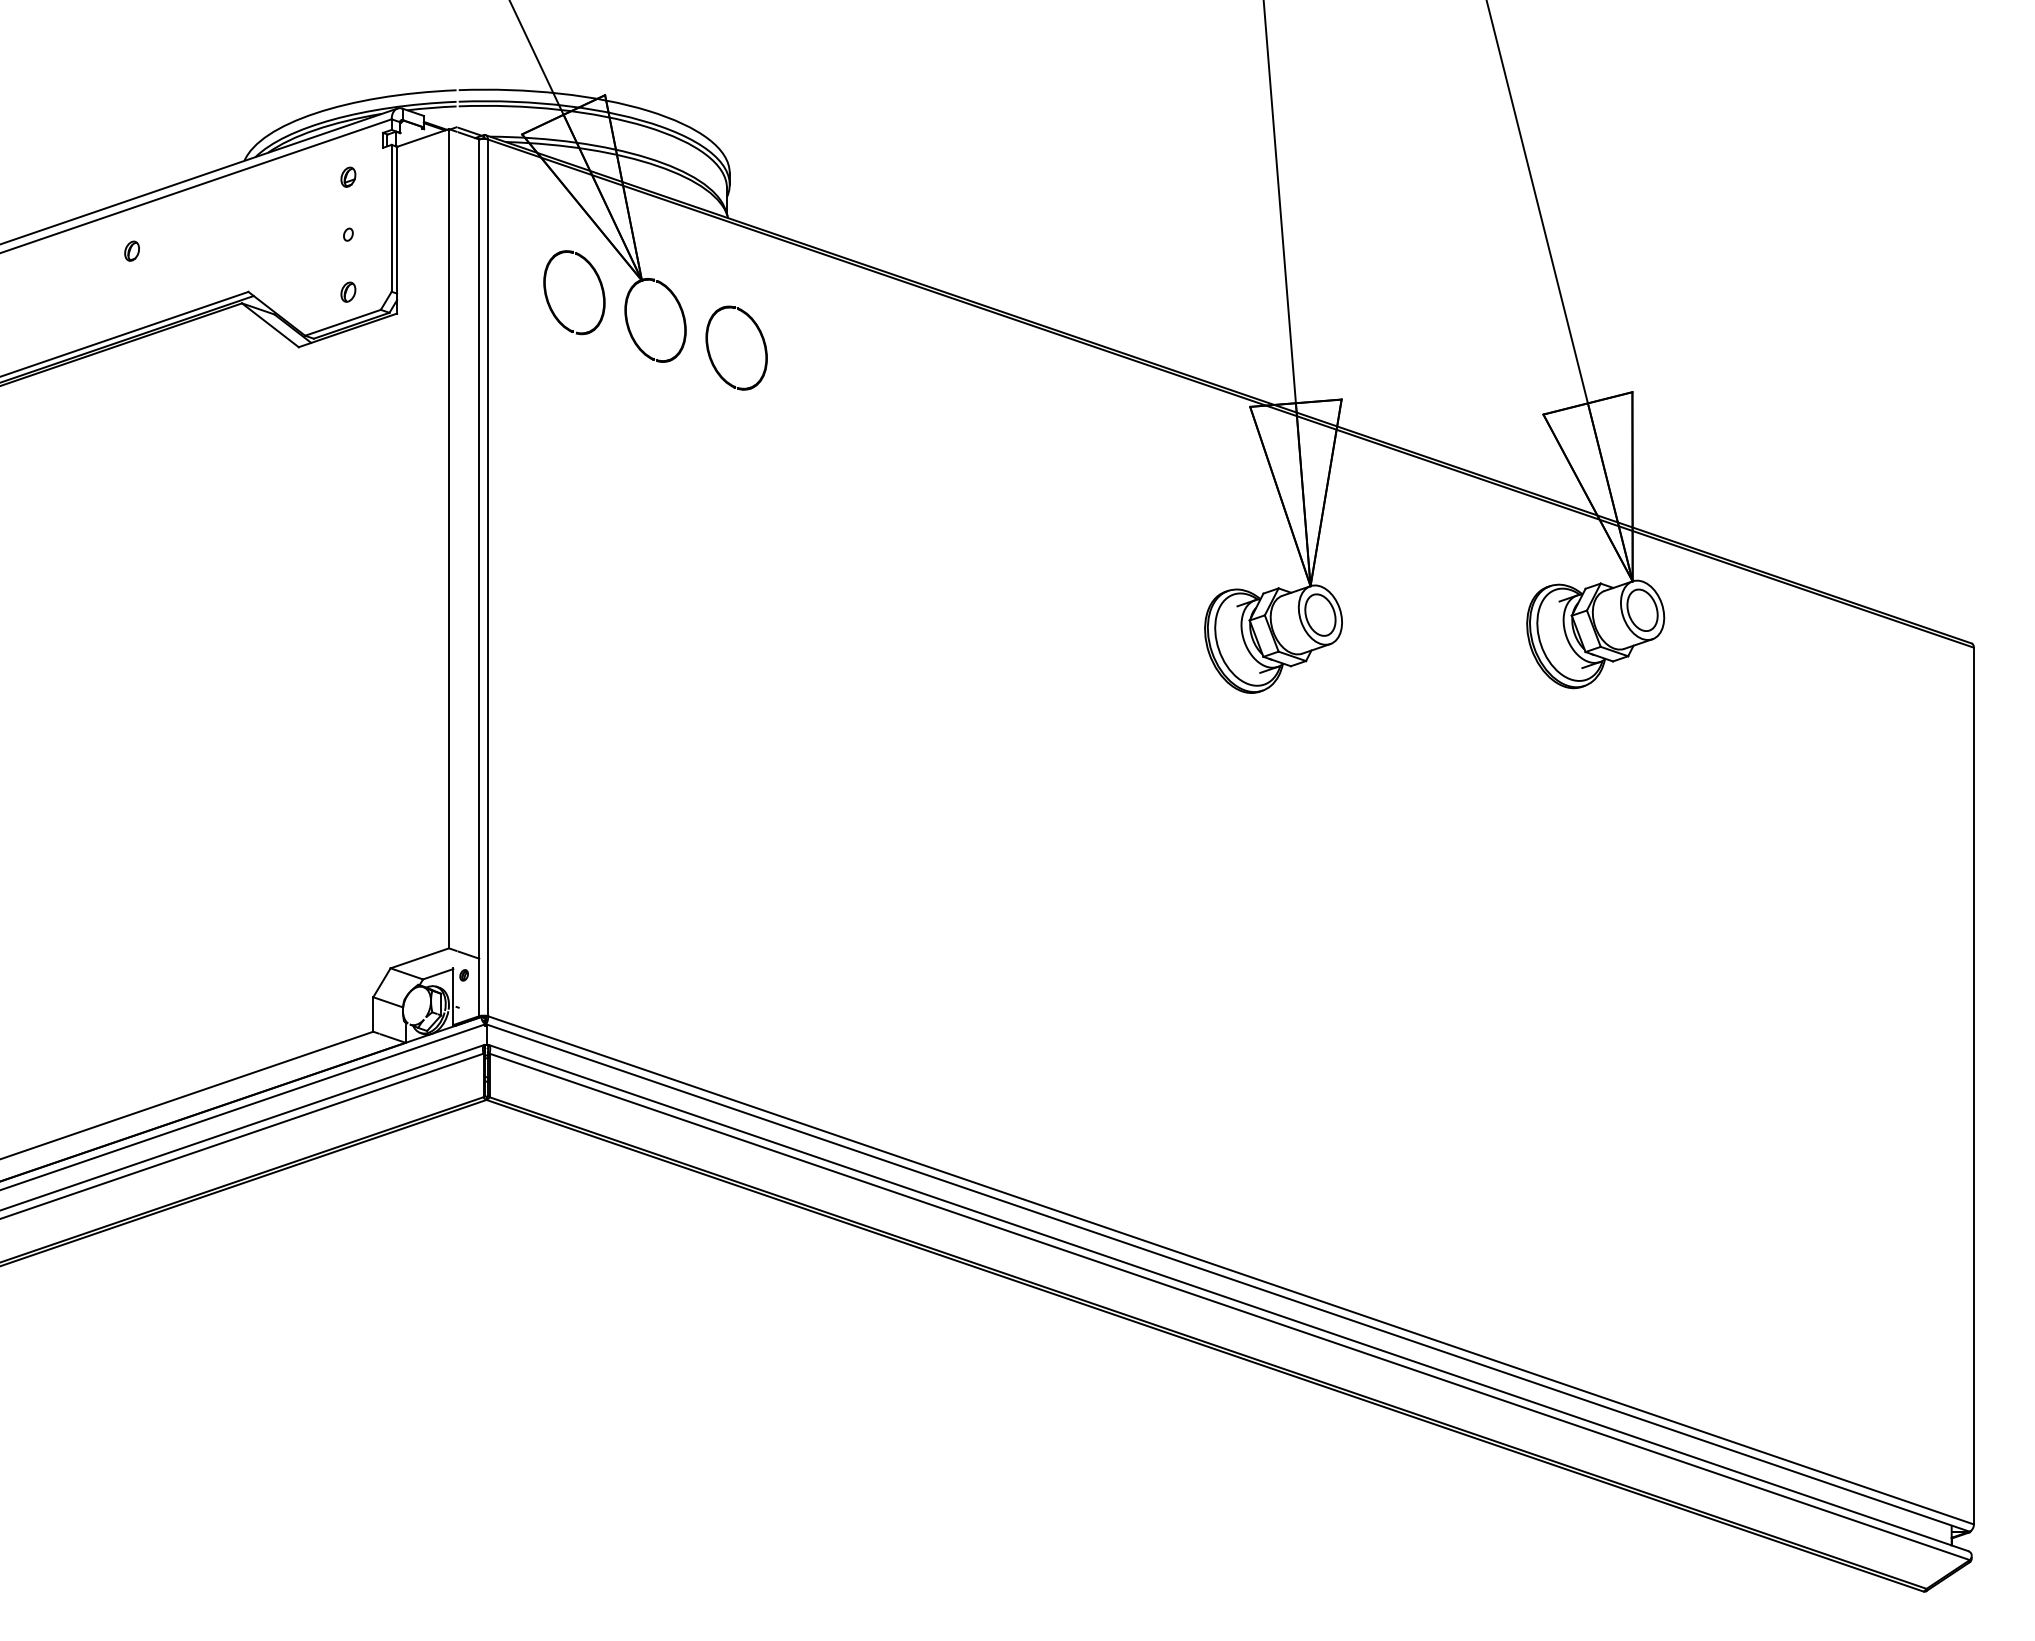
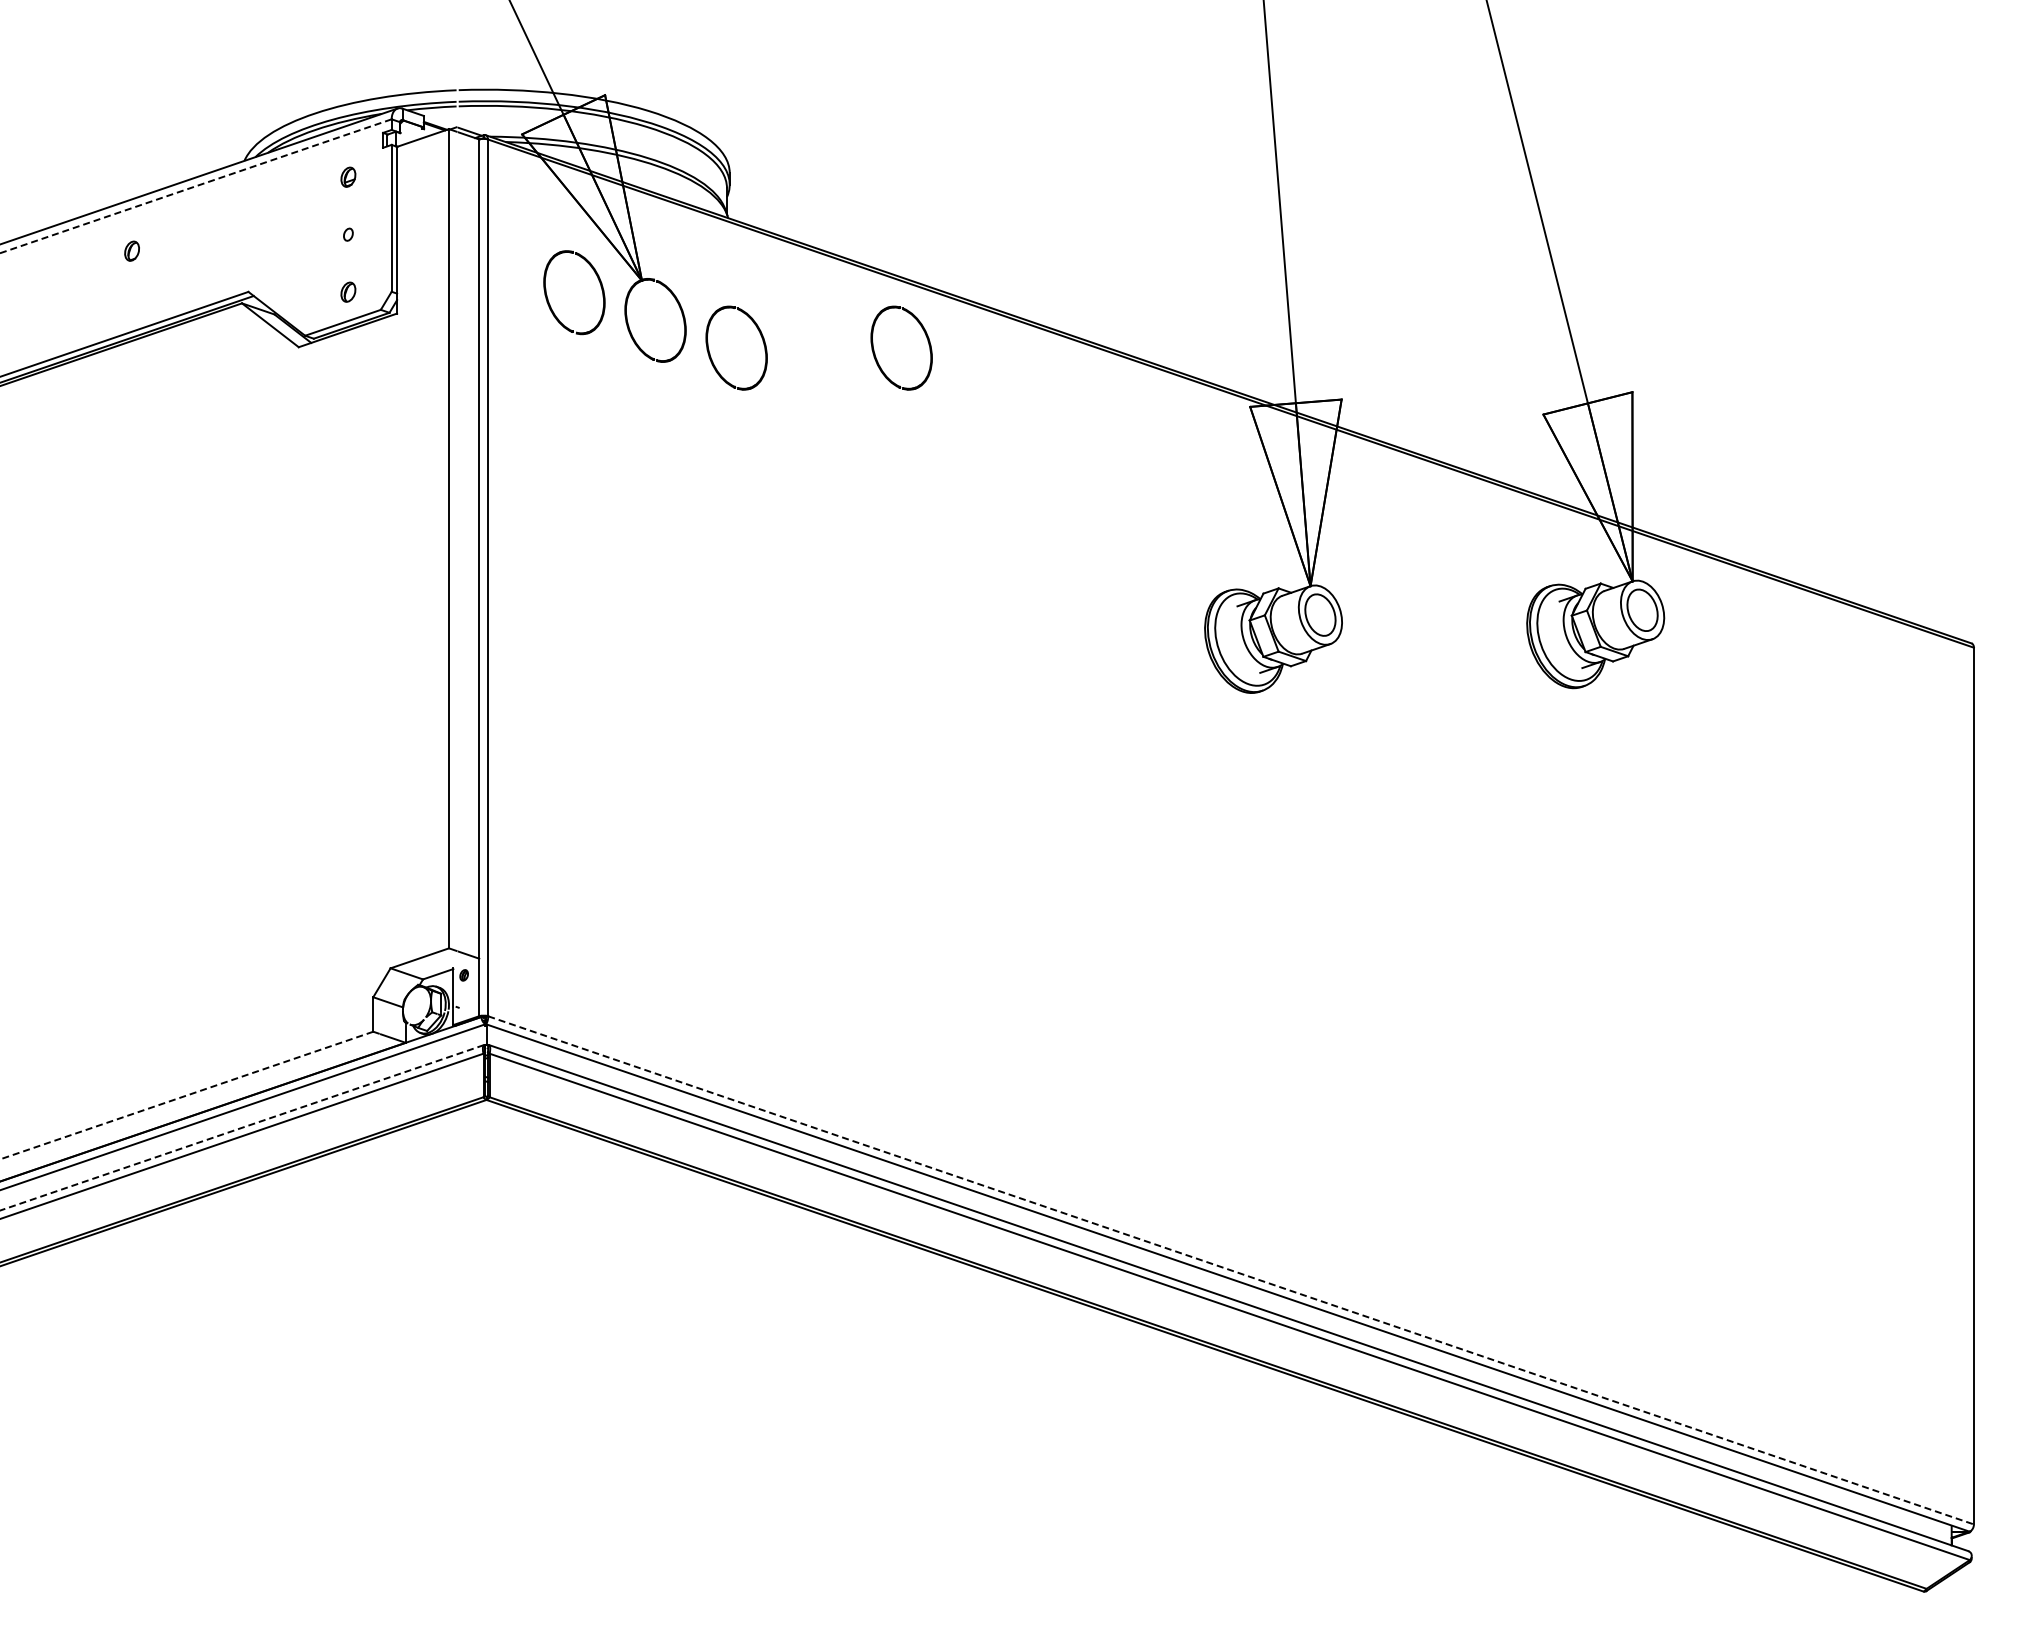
line at (195, 186): solid -> dashed
part at (901, 347): none -> present
line at (186, 1095): solid -> dashed
line at (241, 1127): solid -> dashed
line at (1231, 1270): solid -> dashed
